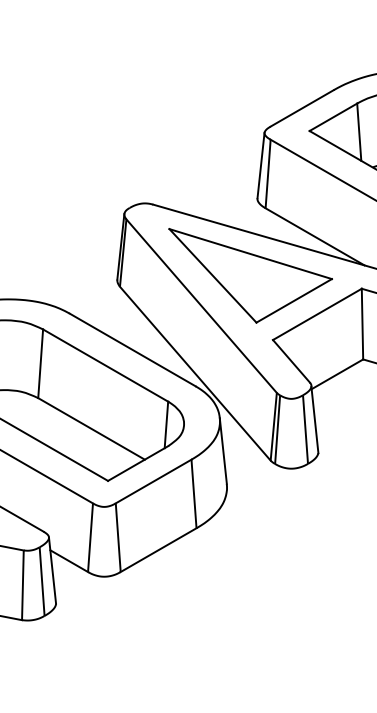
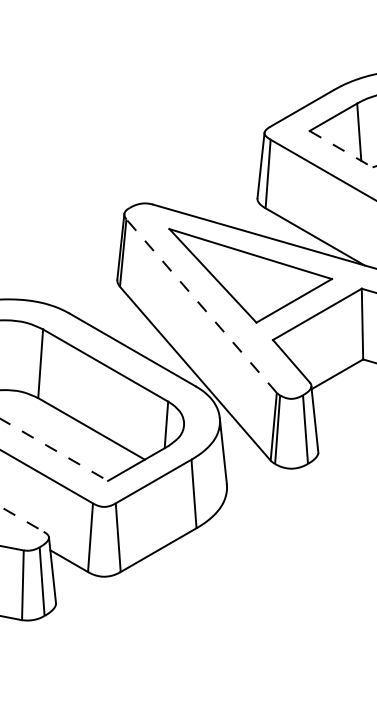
line at (343, 150): solid -> dashed
line at (201, 306): solid -> dashed
line at (54, 449): solid -> dashed
line at (22, 519): solid -> dashed
